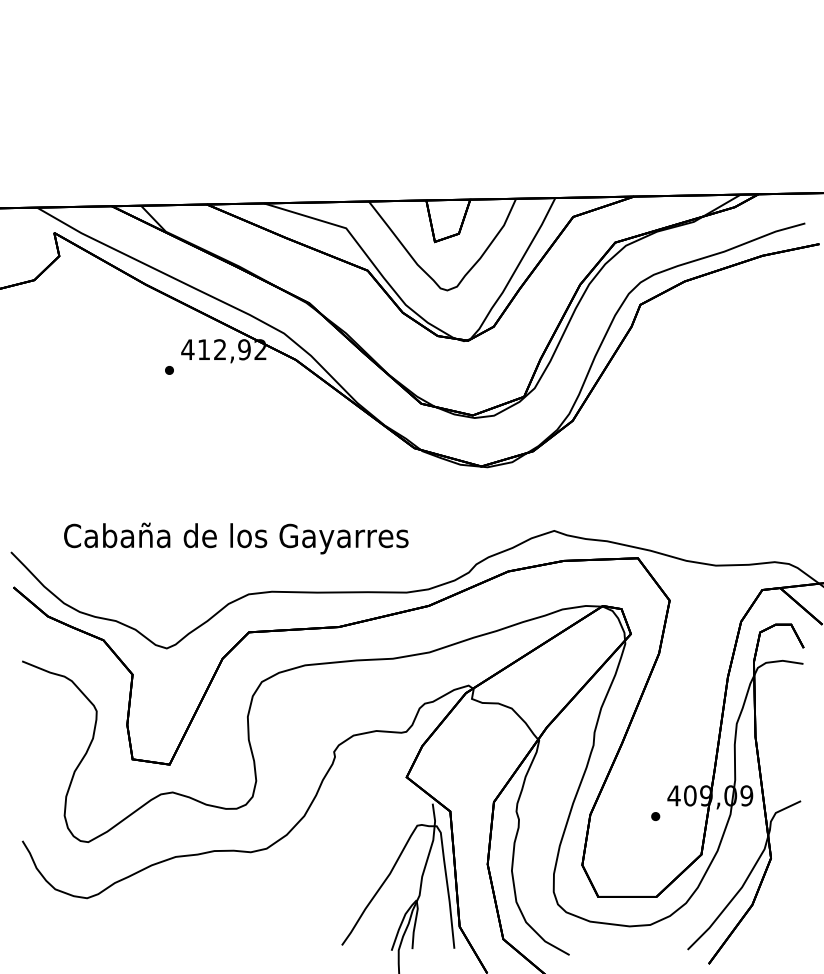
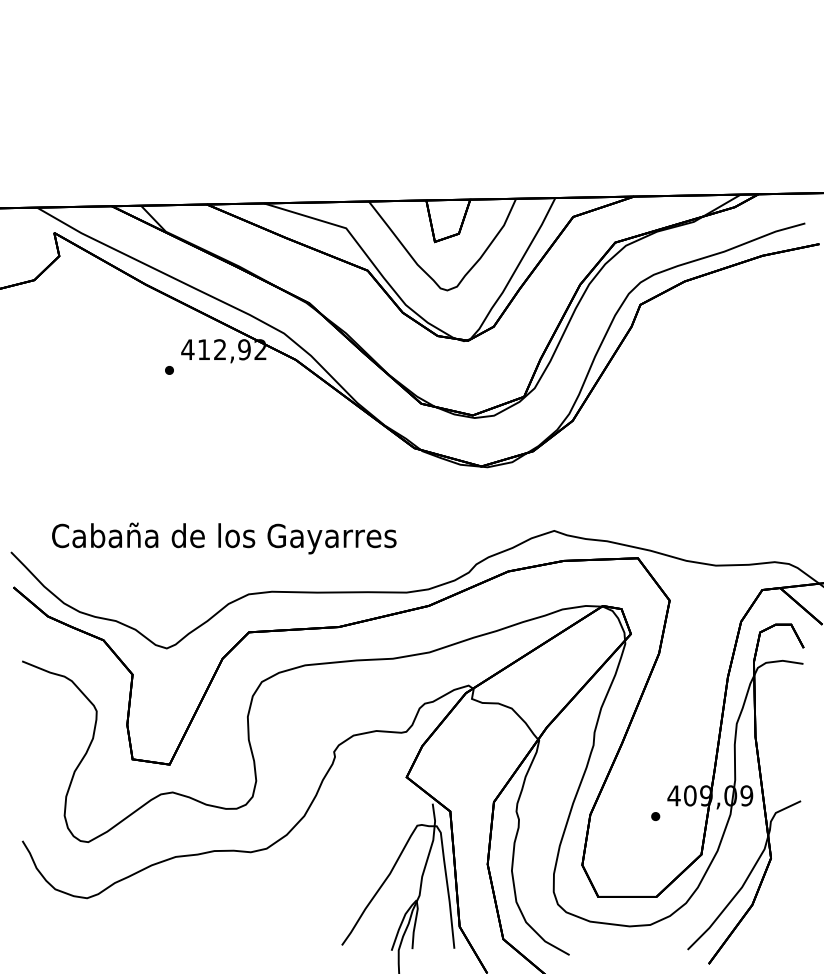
text at (236, 538) position: (236, 538) -> (224, 538)
